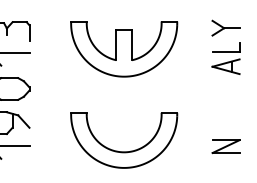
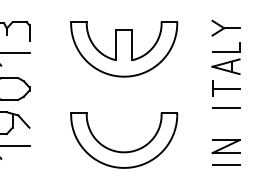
part at (226, 88): none -> present
line at (225, 107): none -> present
line at (225, 164): none -> present
